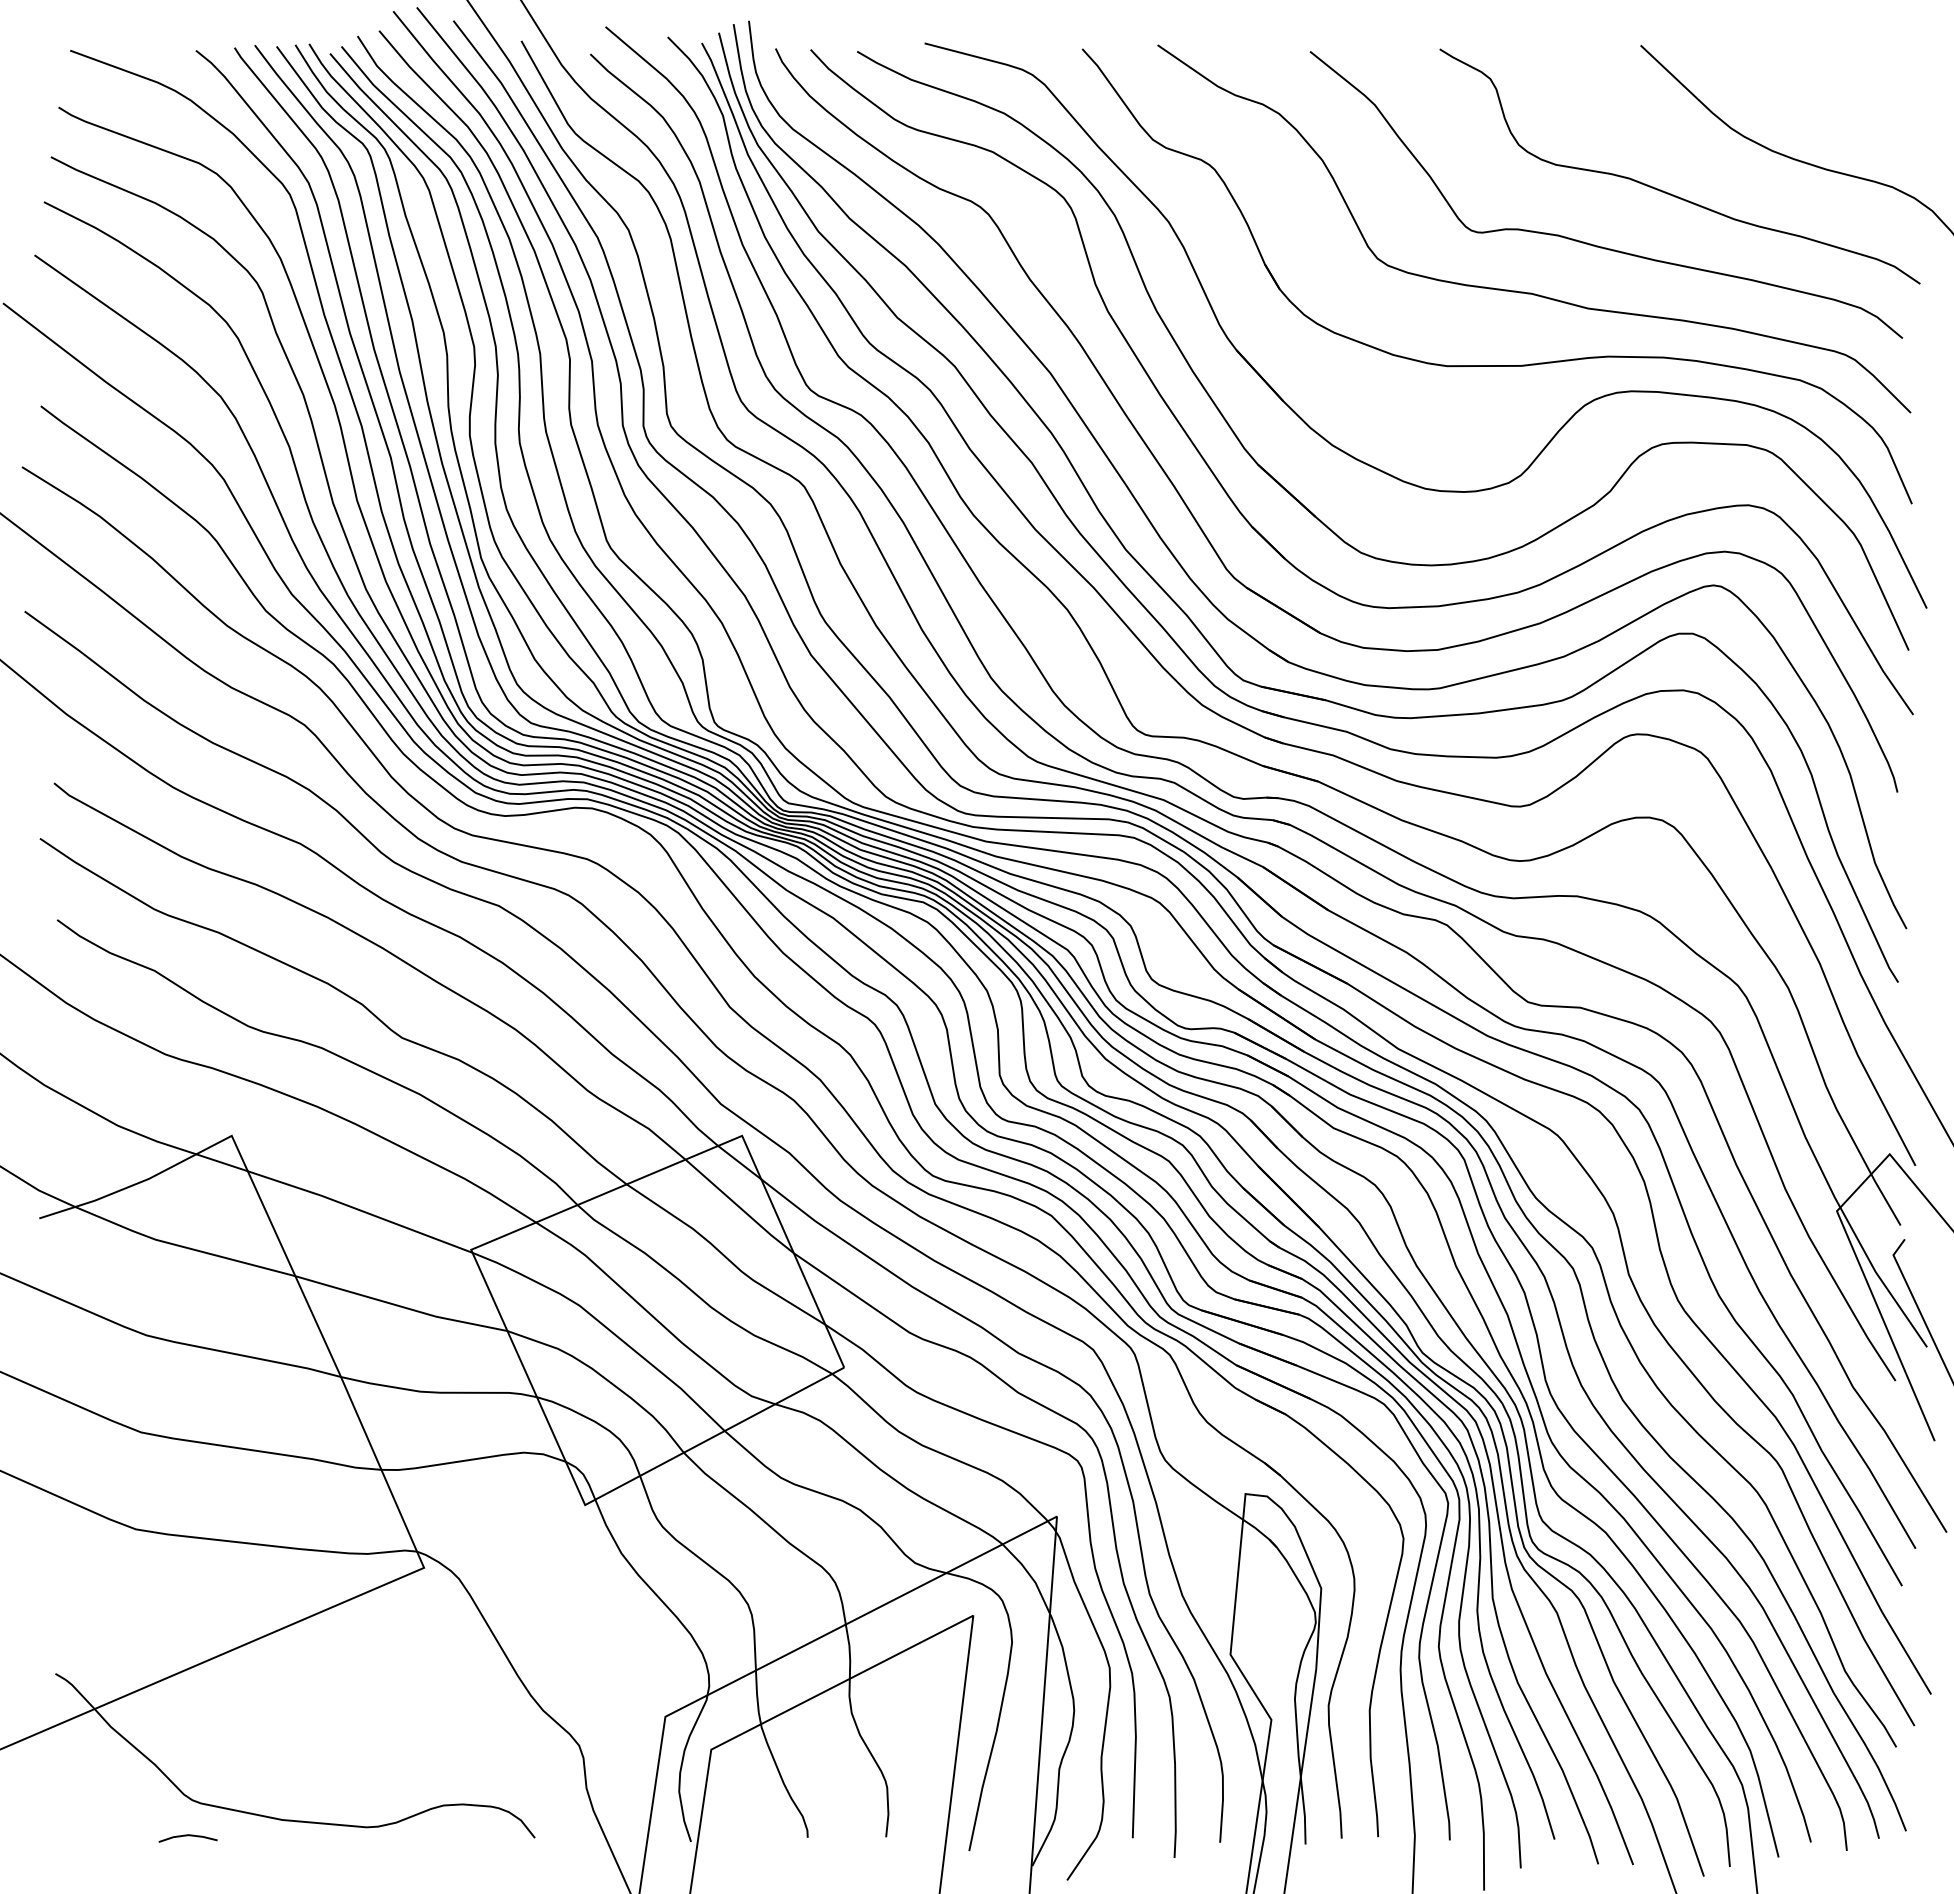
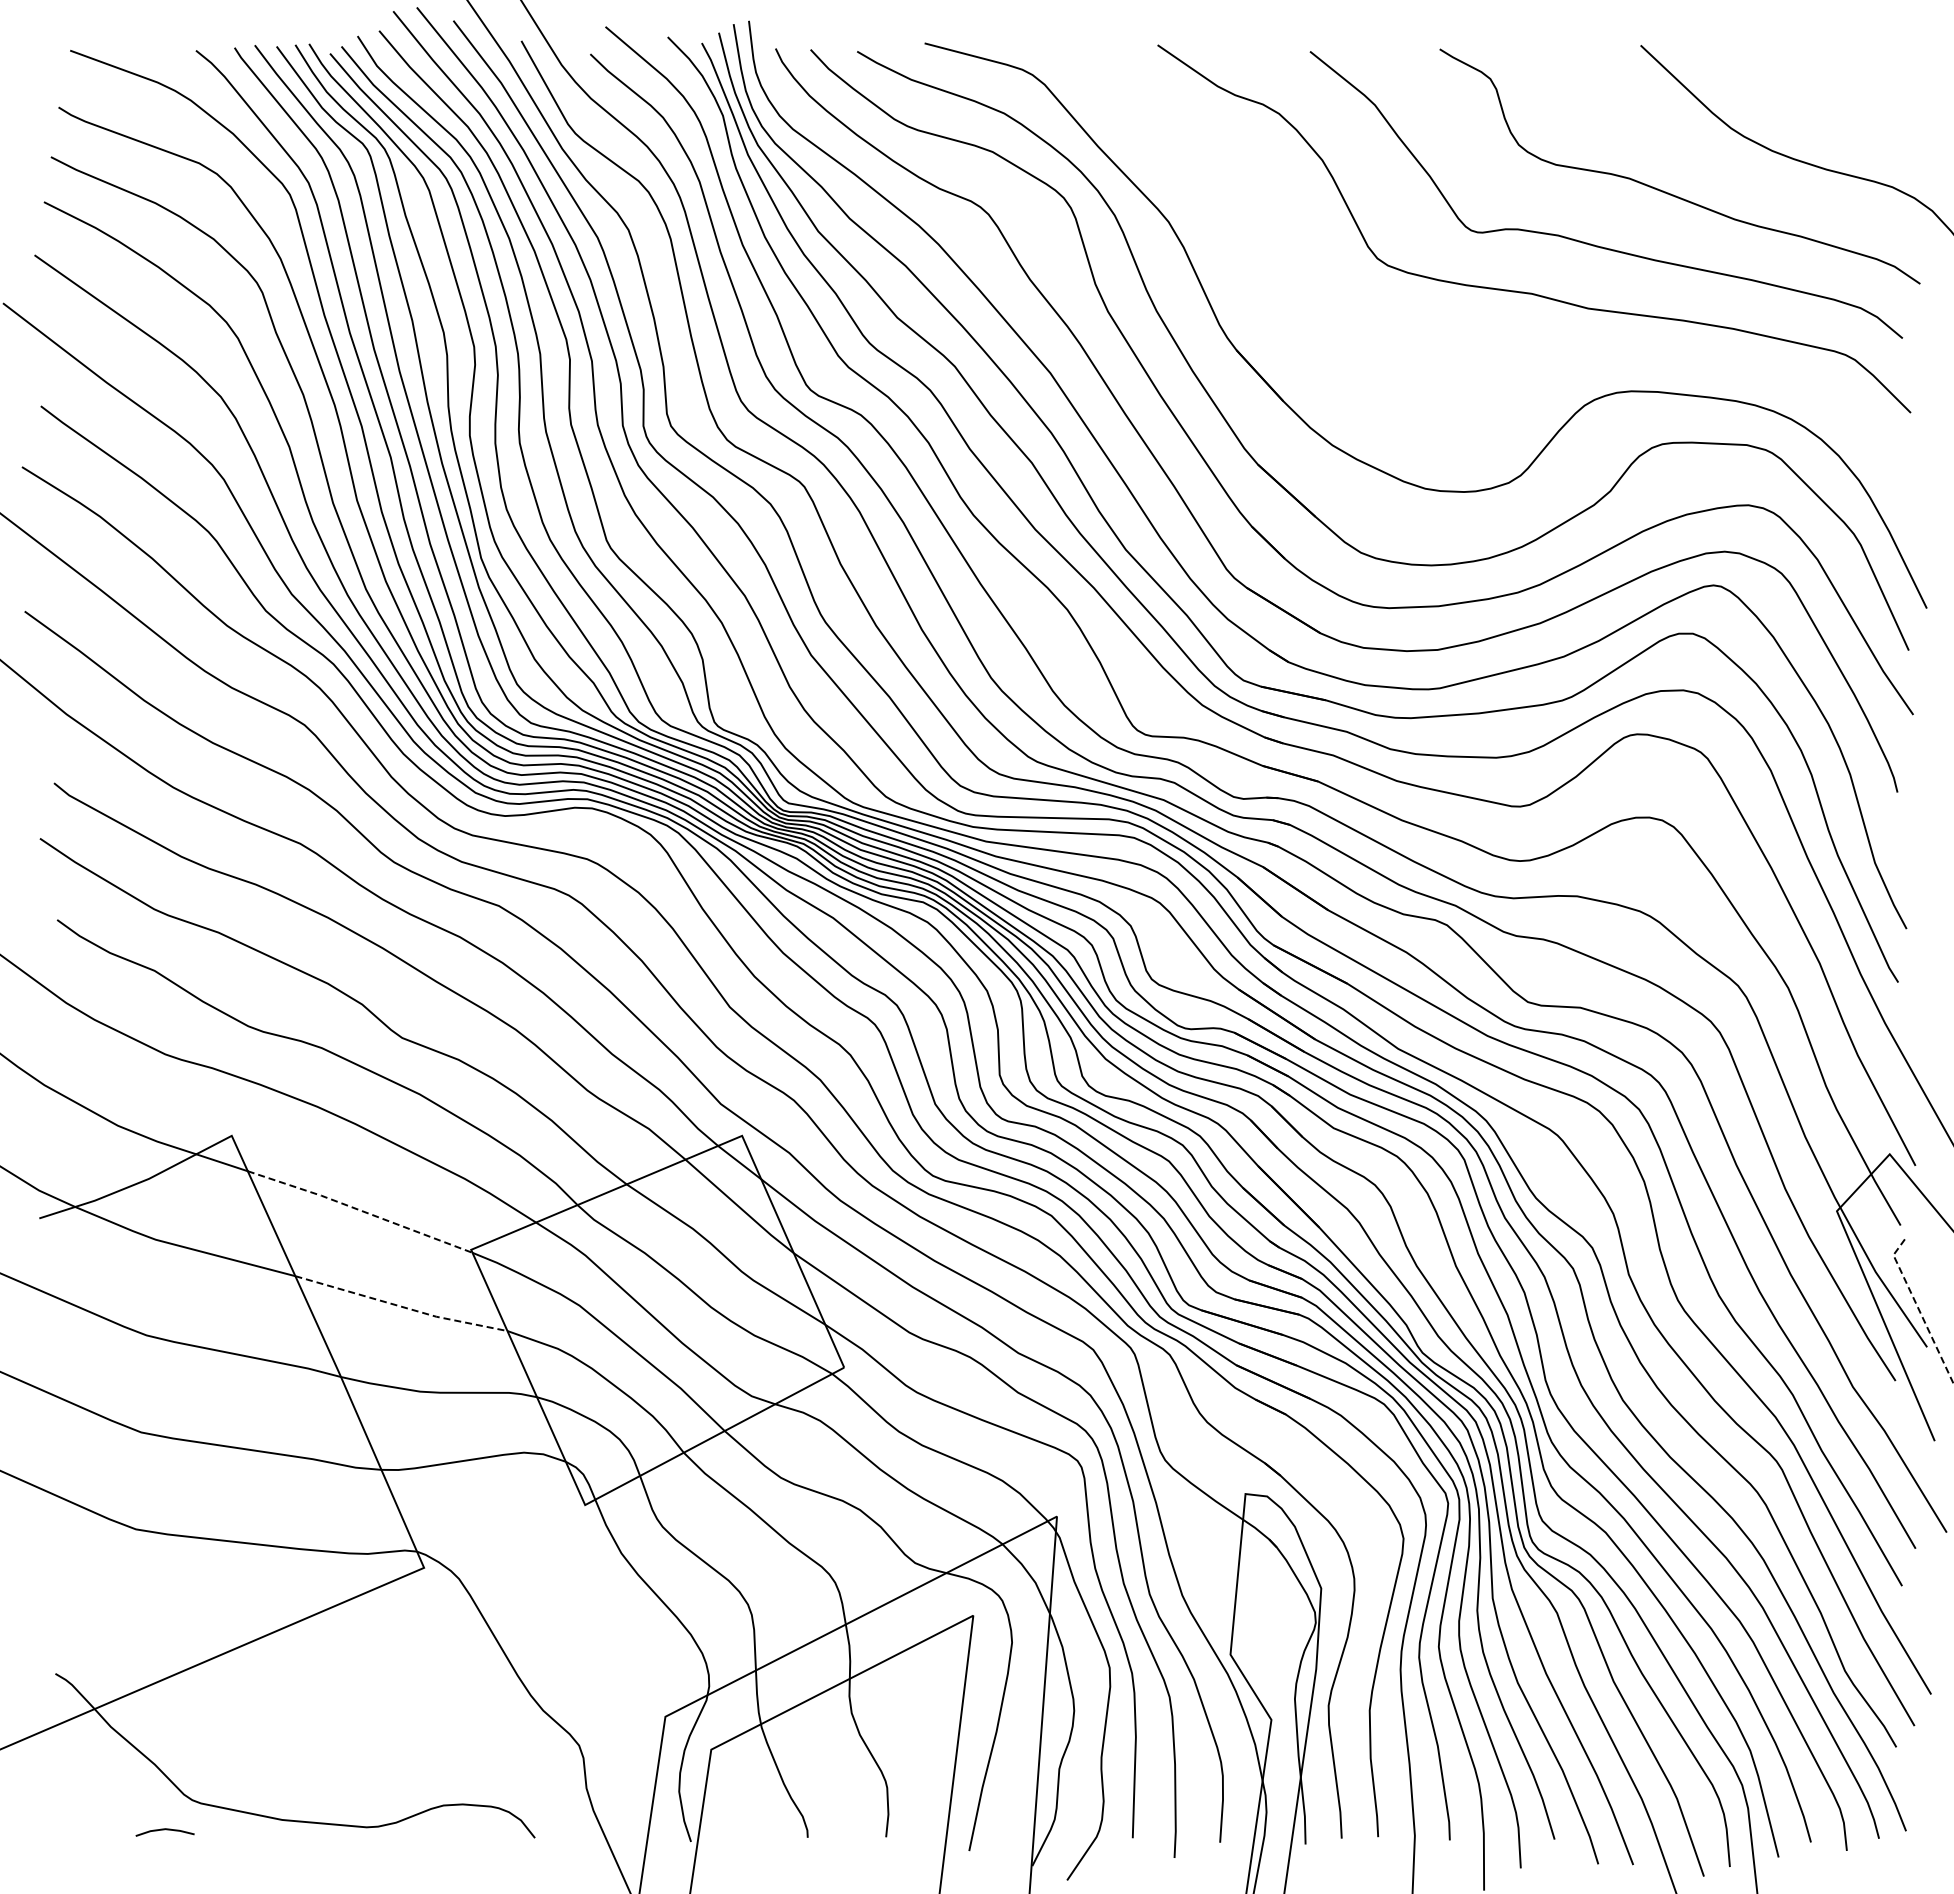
part at (1496, 365): present -> none
line at (360, 1210): solid -> dashed
line at (401, 1306): solid -> dashed
line at (1919, 1310): solid -> dashed
line at (187, 1836) position: (187, 1836) -> (164, 1830)
